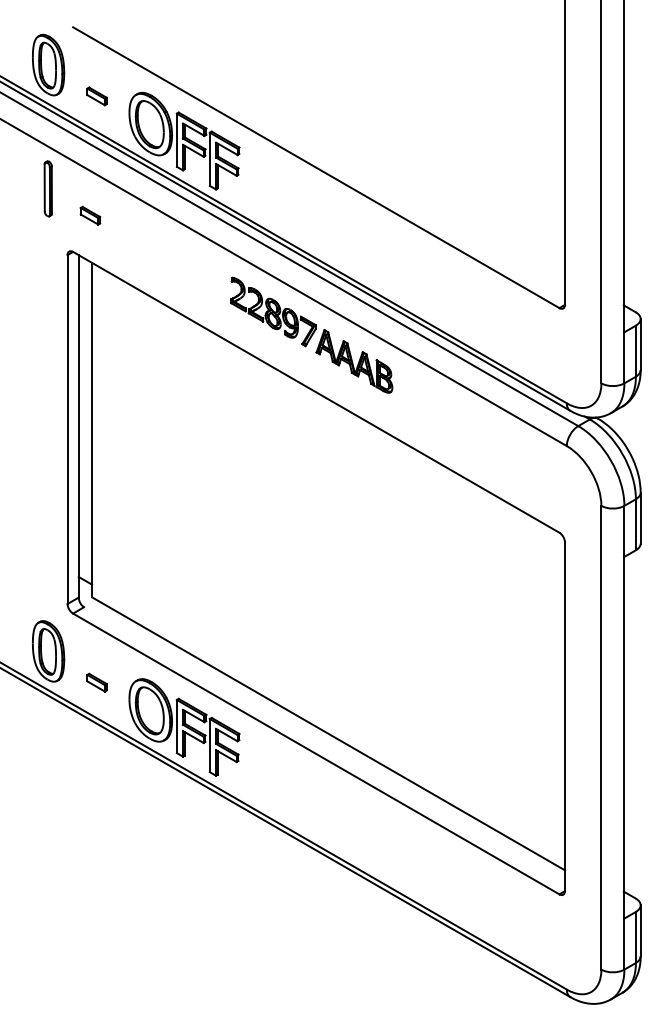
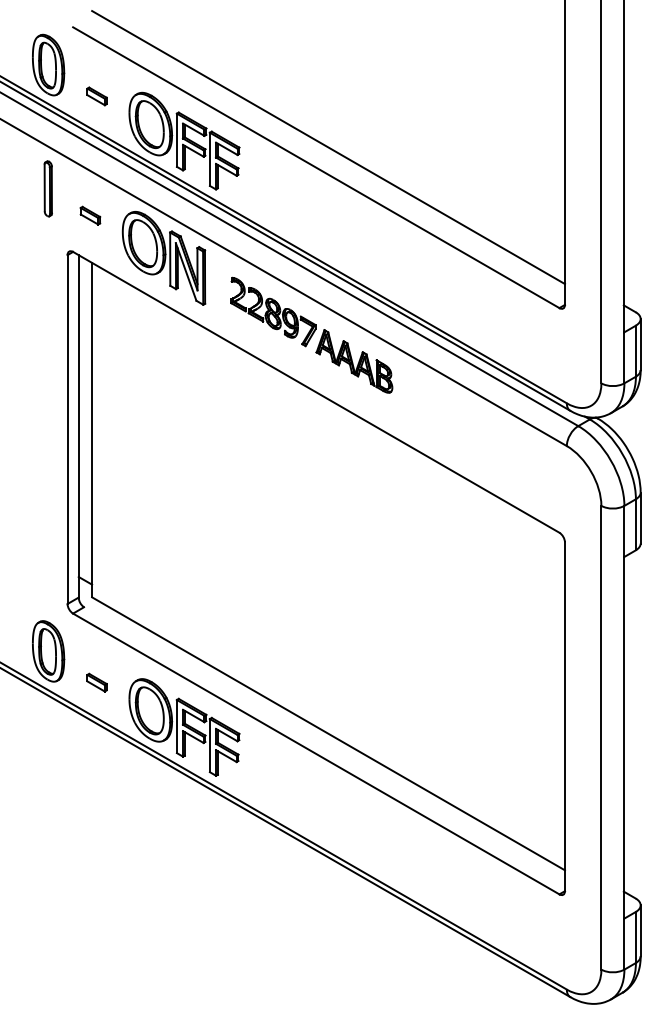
line at (328, 147): none -> present
part at (163, 258): none -> present
